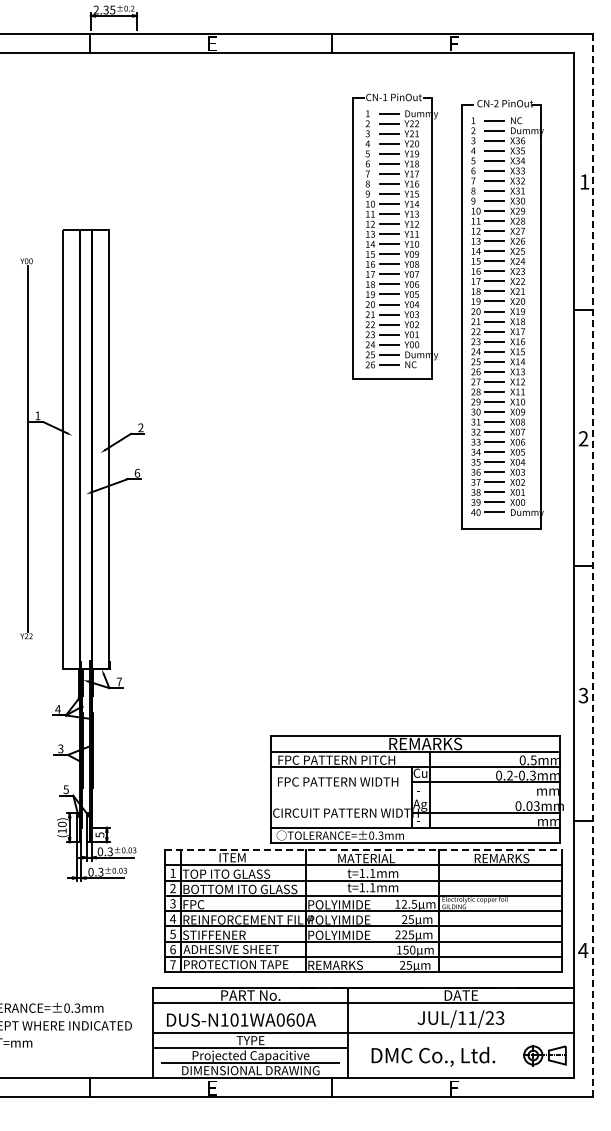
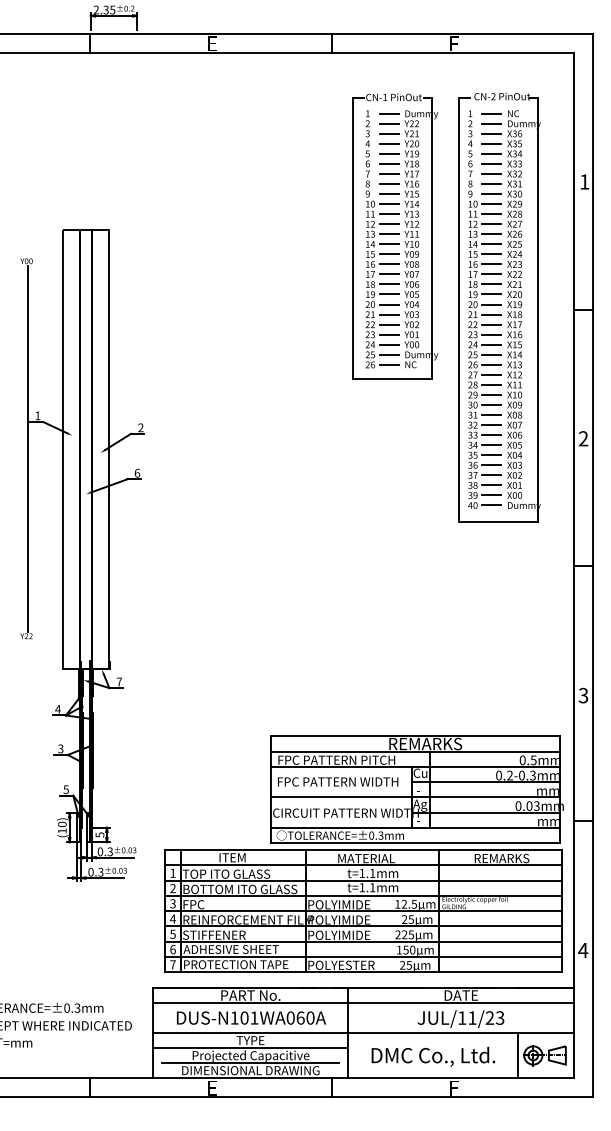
part at (502, 314) position: (502, 314) -> (499, 307)
line at (592, 565): dashed -> solid
line at (415, 797): none -> present
line at (363, 850): dashed -> solid
text at (341, 964): REMARKS -> POLYESTER
text at (241, 1019) position: (241, 1019) -> (251, 1017)
line at (517, 1055): none -> present
